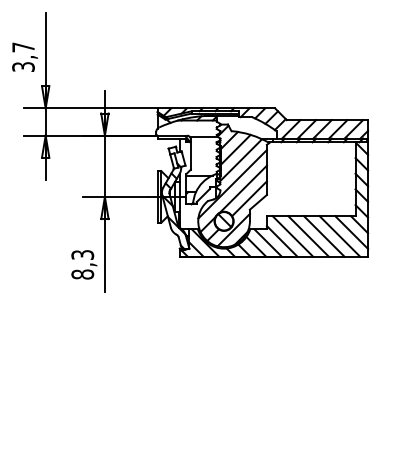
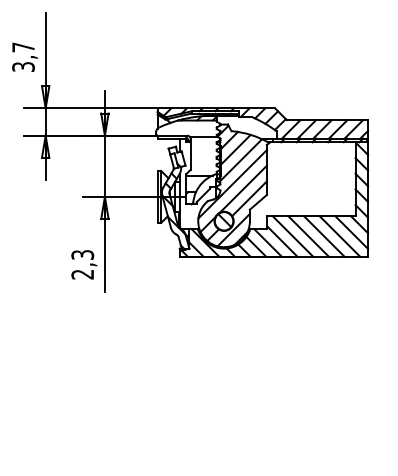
text at (82, 274): 8,3 -> 2,3
